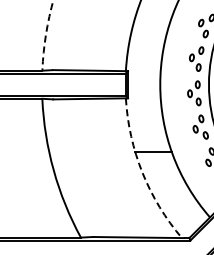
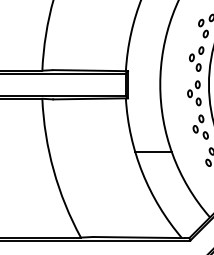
arc at (46, 34): dashed -> solid
arc at (142, 172): dashed -> solid
